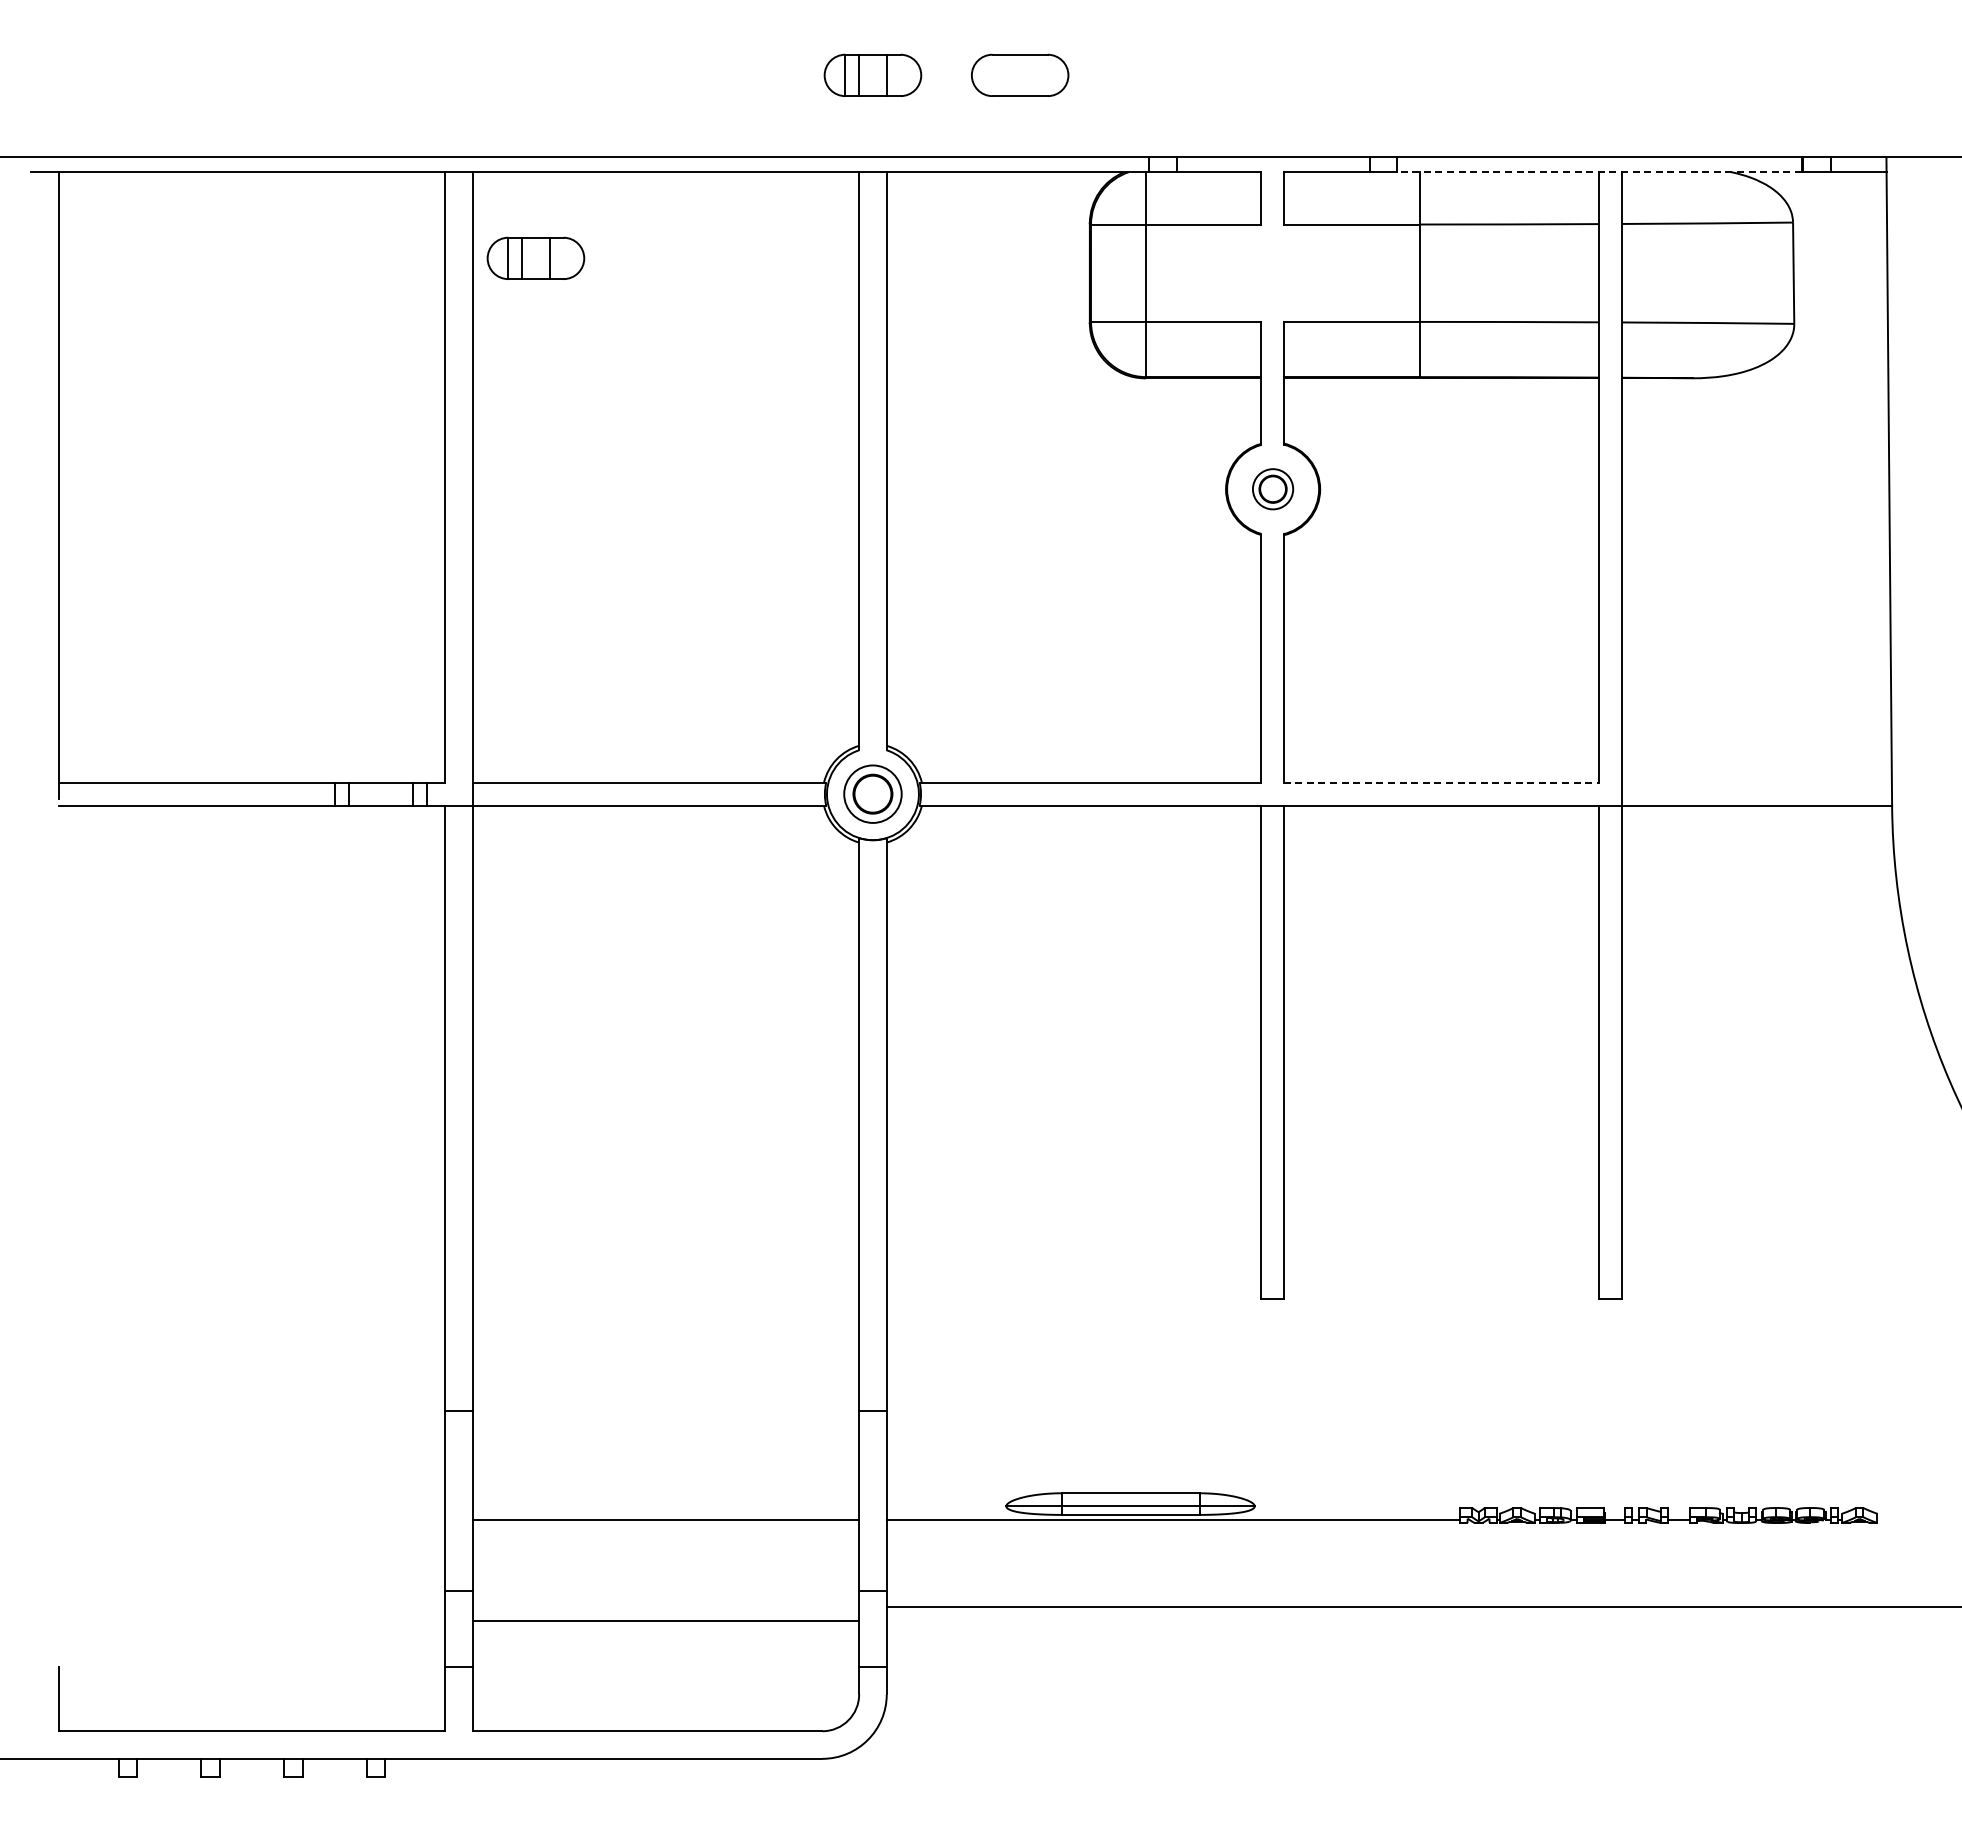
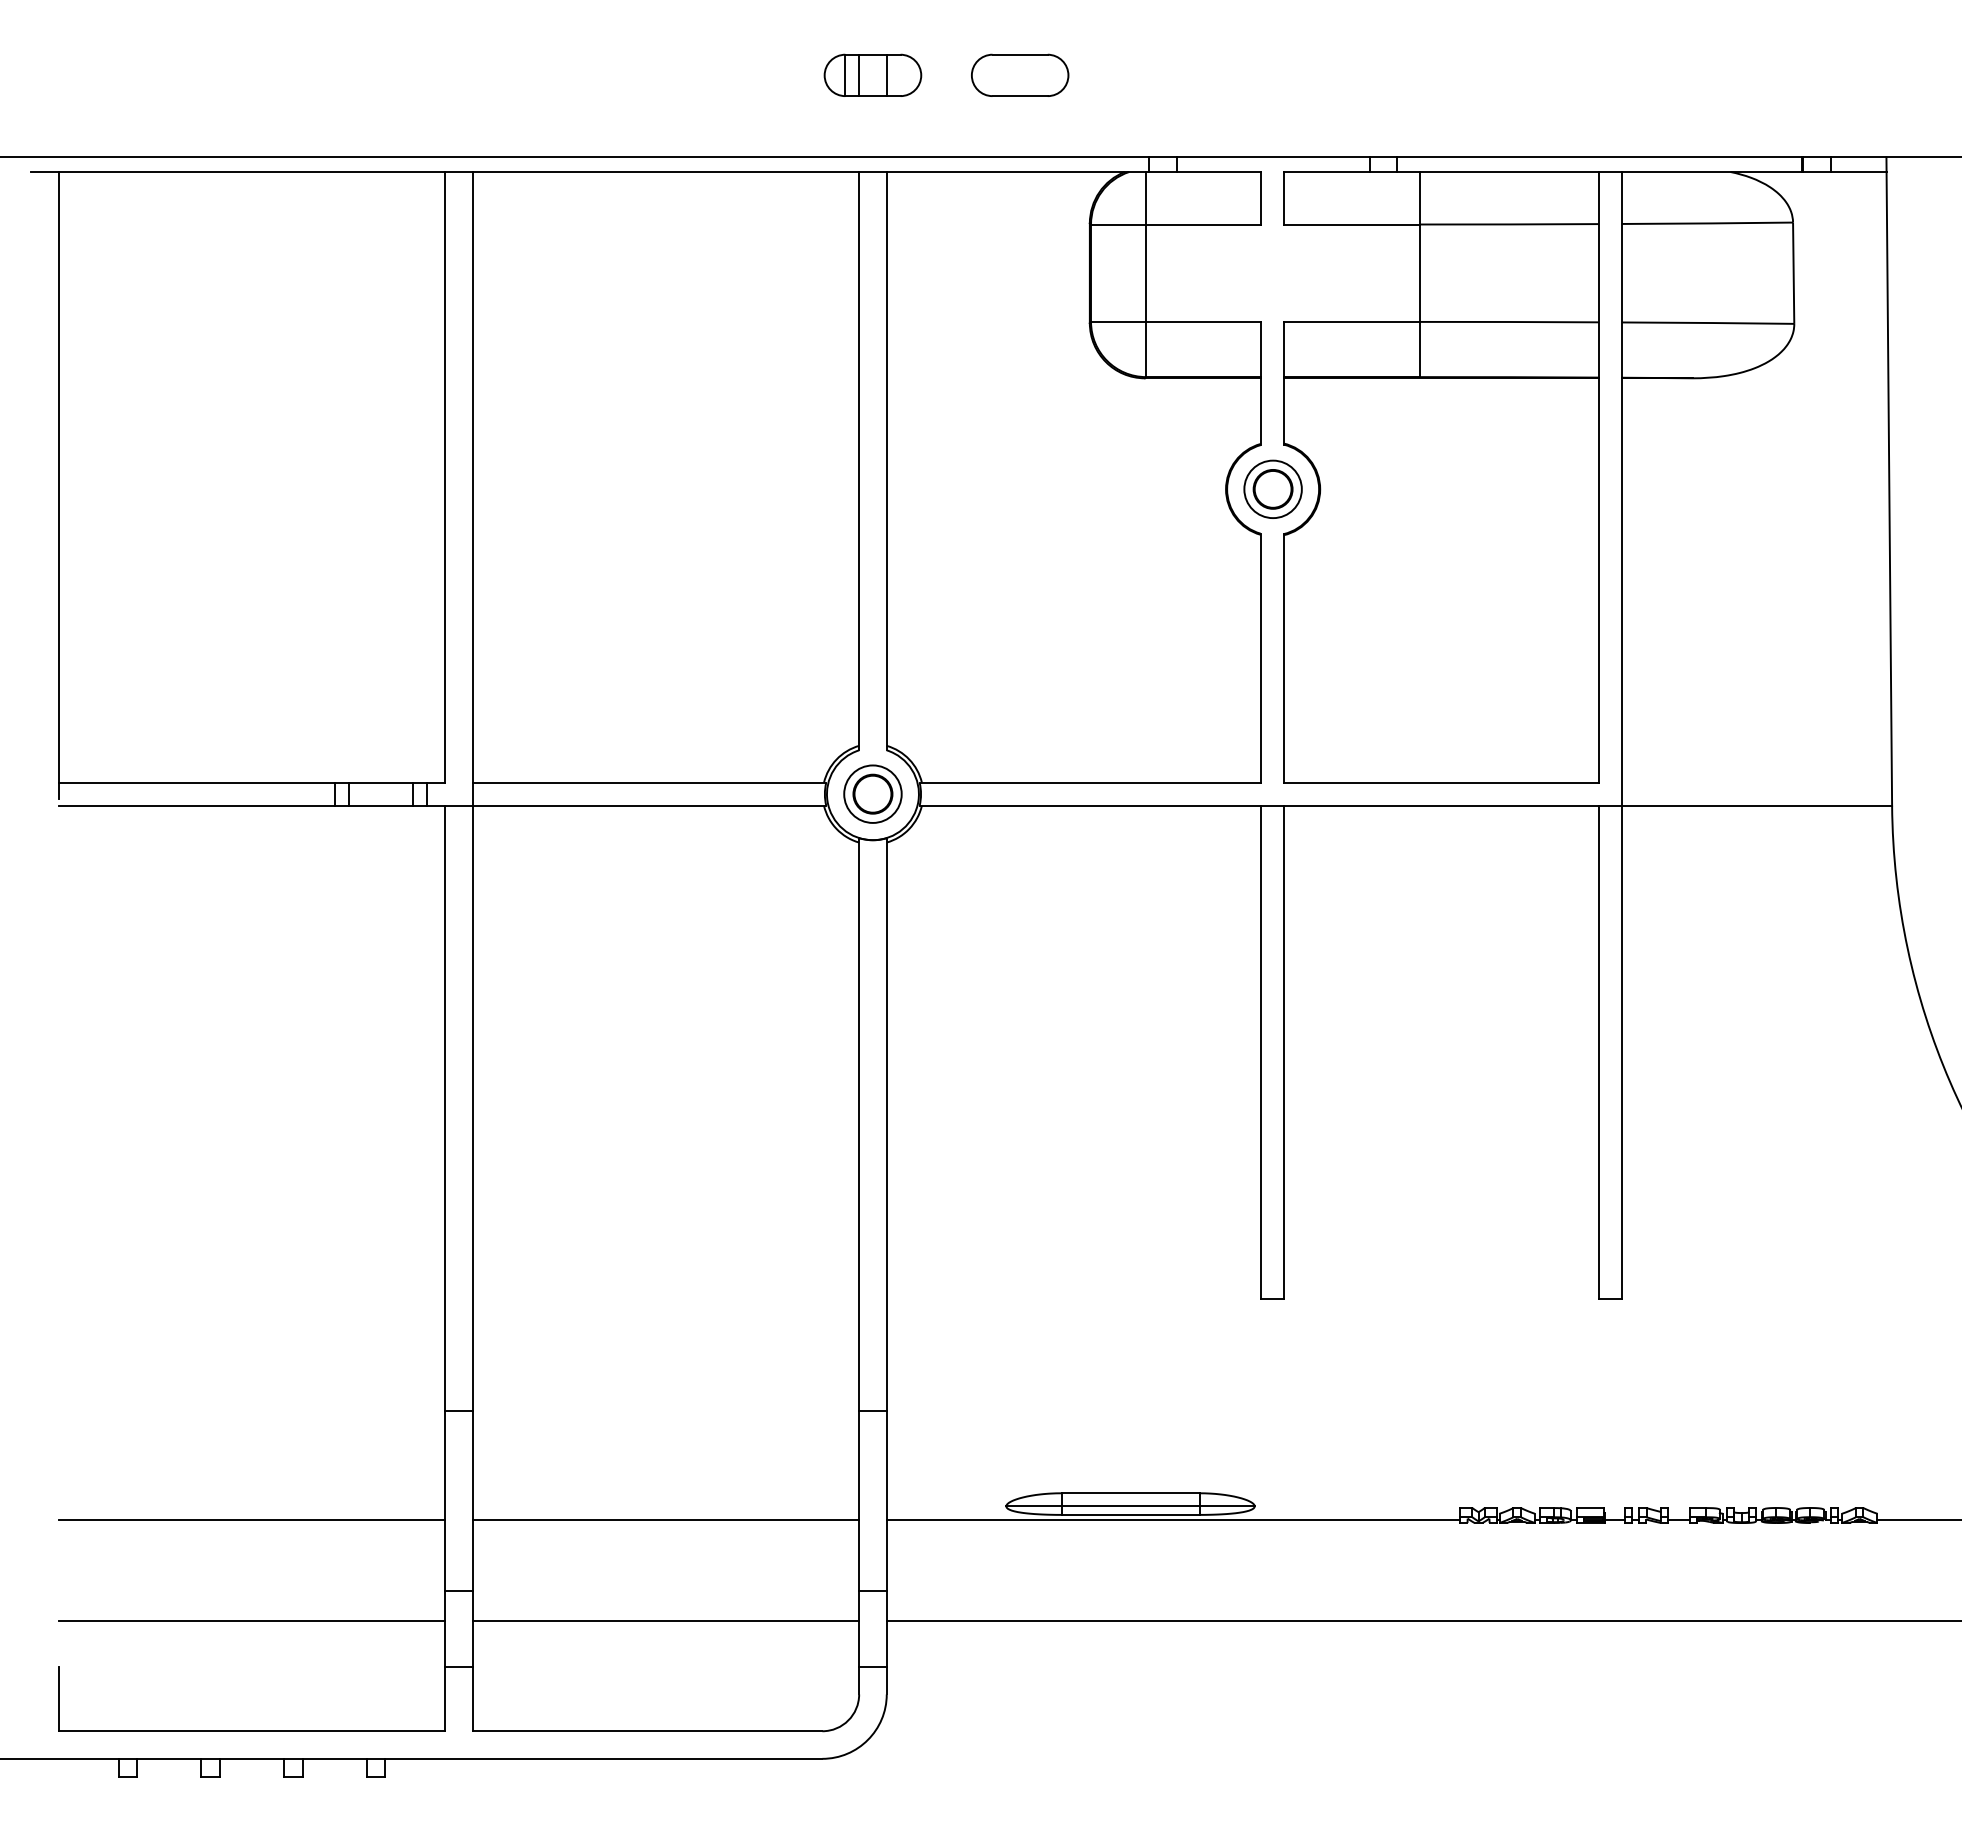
line at (1599, 172): dashed -> solid
part at (535, 257): present -> none
part at (1273, 489) size: 43x43 px -> 60x60 px
line at (1441, 782): dashed -> solid
line at (251, 1519): none -> present
line at (1917, 1519): none -> present
line at (1422, 1606) position: (1422, 1606) -> (1422, 1620)
line at (251, 1620): none -> present
